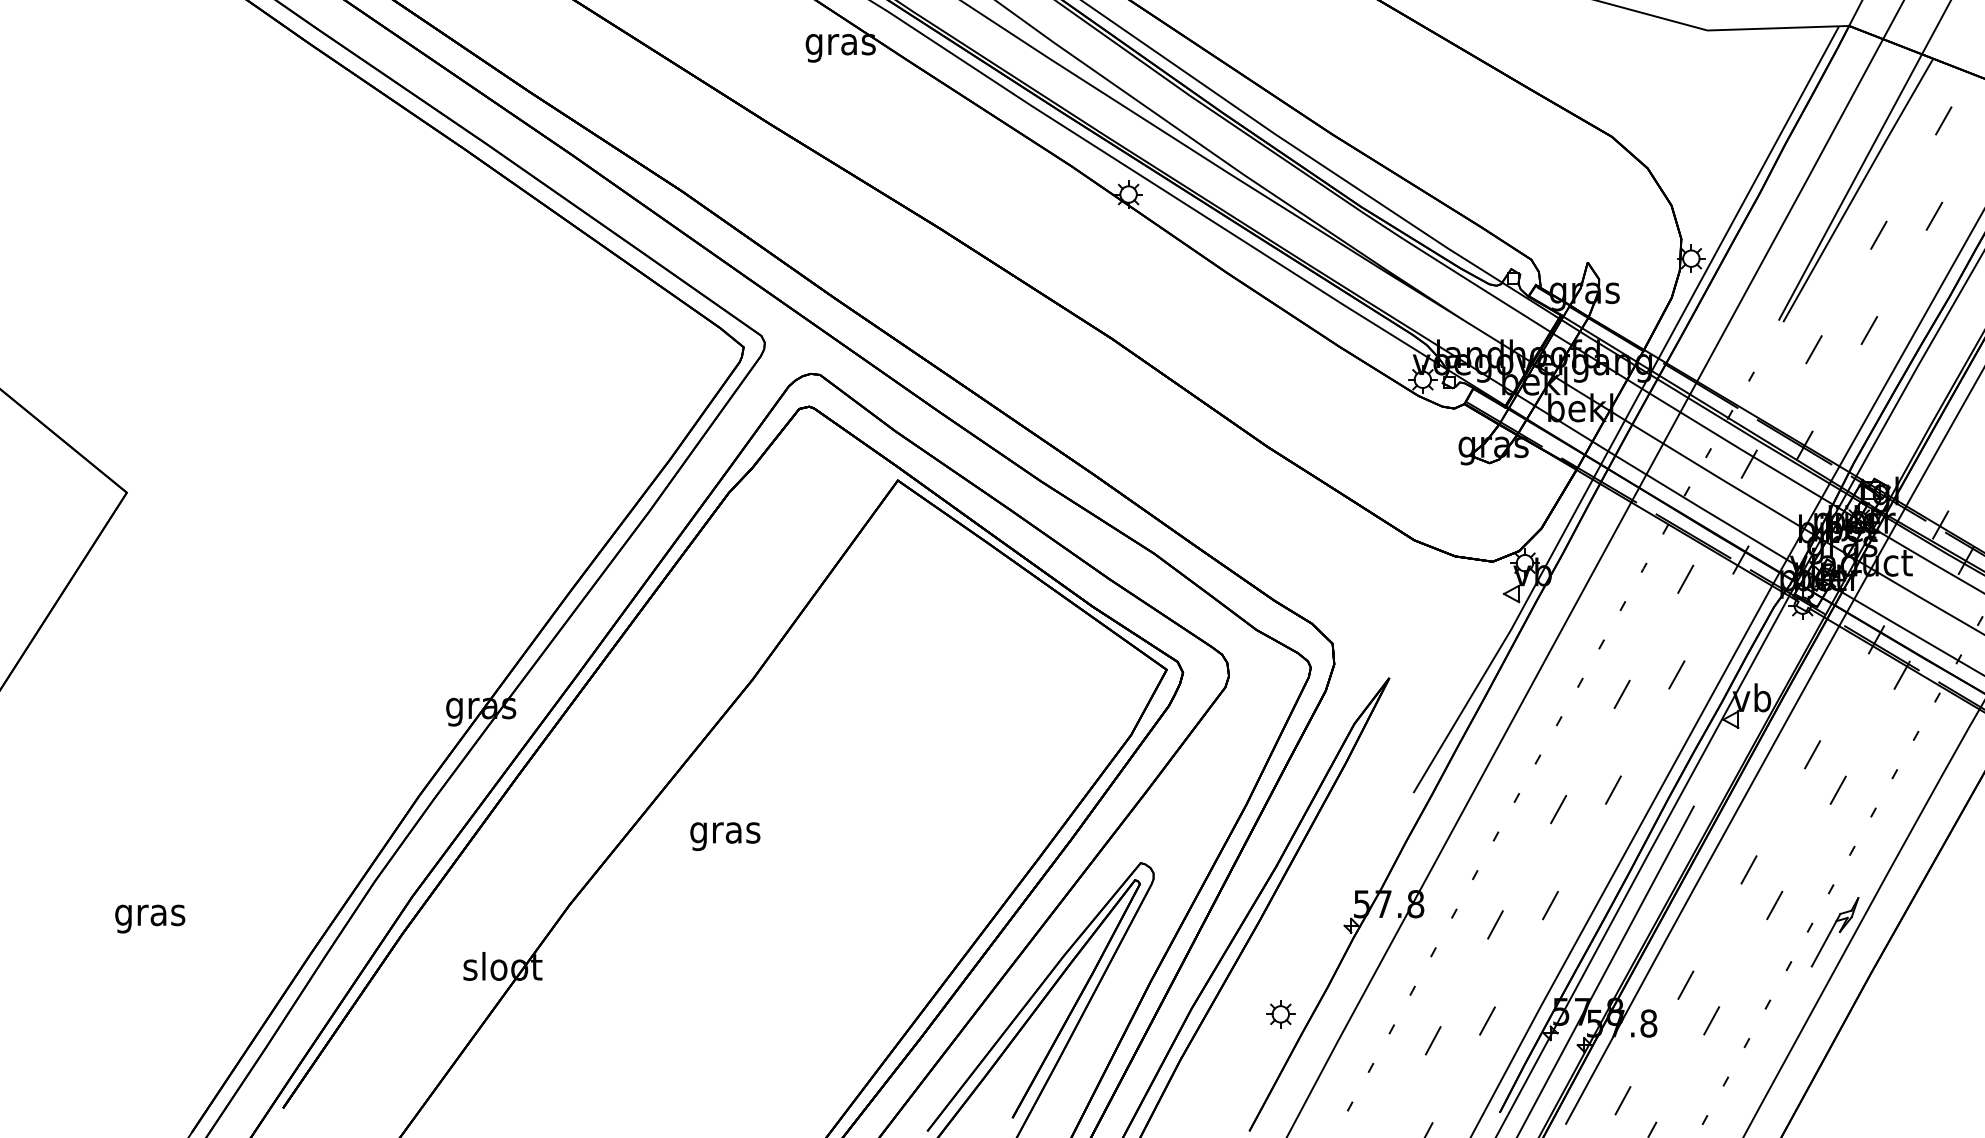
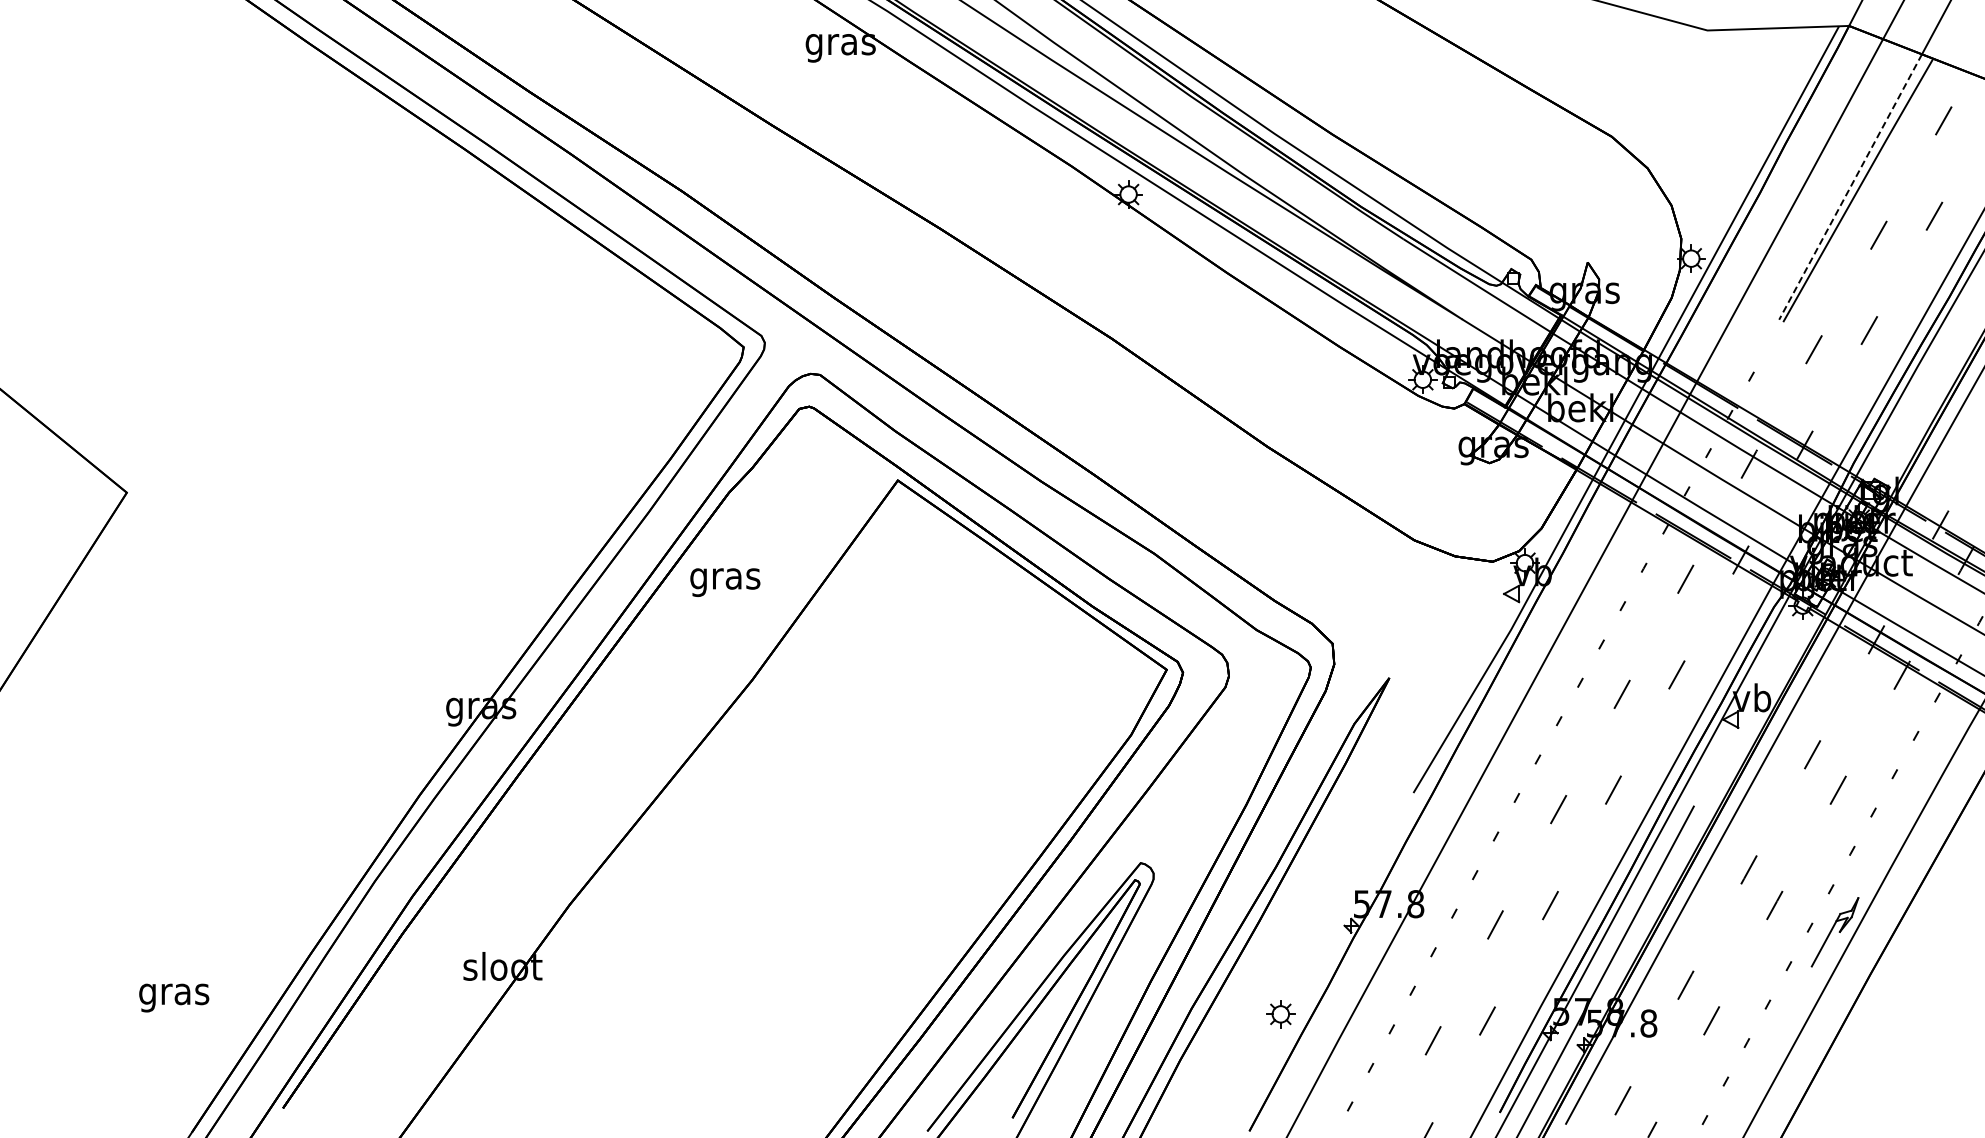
line at (1850, 187): solid -> dashed
text at (725, 836) position: (725, 836) -> (725, 582)
text at (150, 918) position: (150, 918) -> (174, 997)
